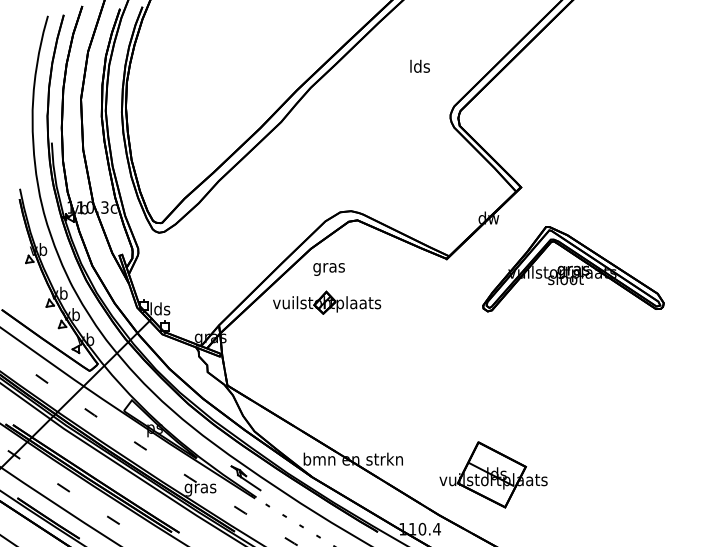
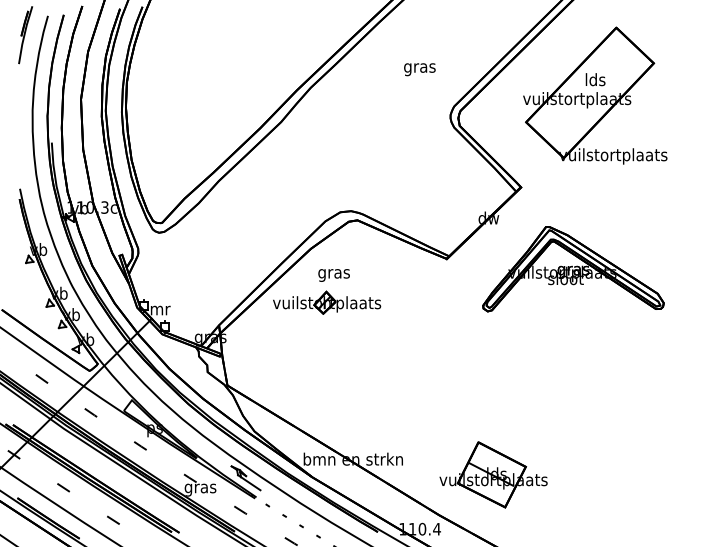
part at (25, 35): none -> present
text at (419, 67): lds -> gras
part at (595, 95): none -> present
text at (328, 269) position: (328, 269) -> (333, 275)
text at (160, 308): lds -> mr
